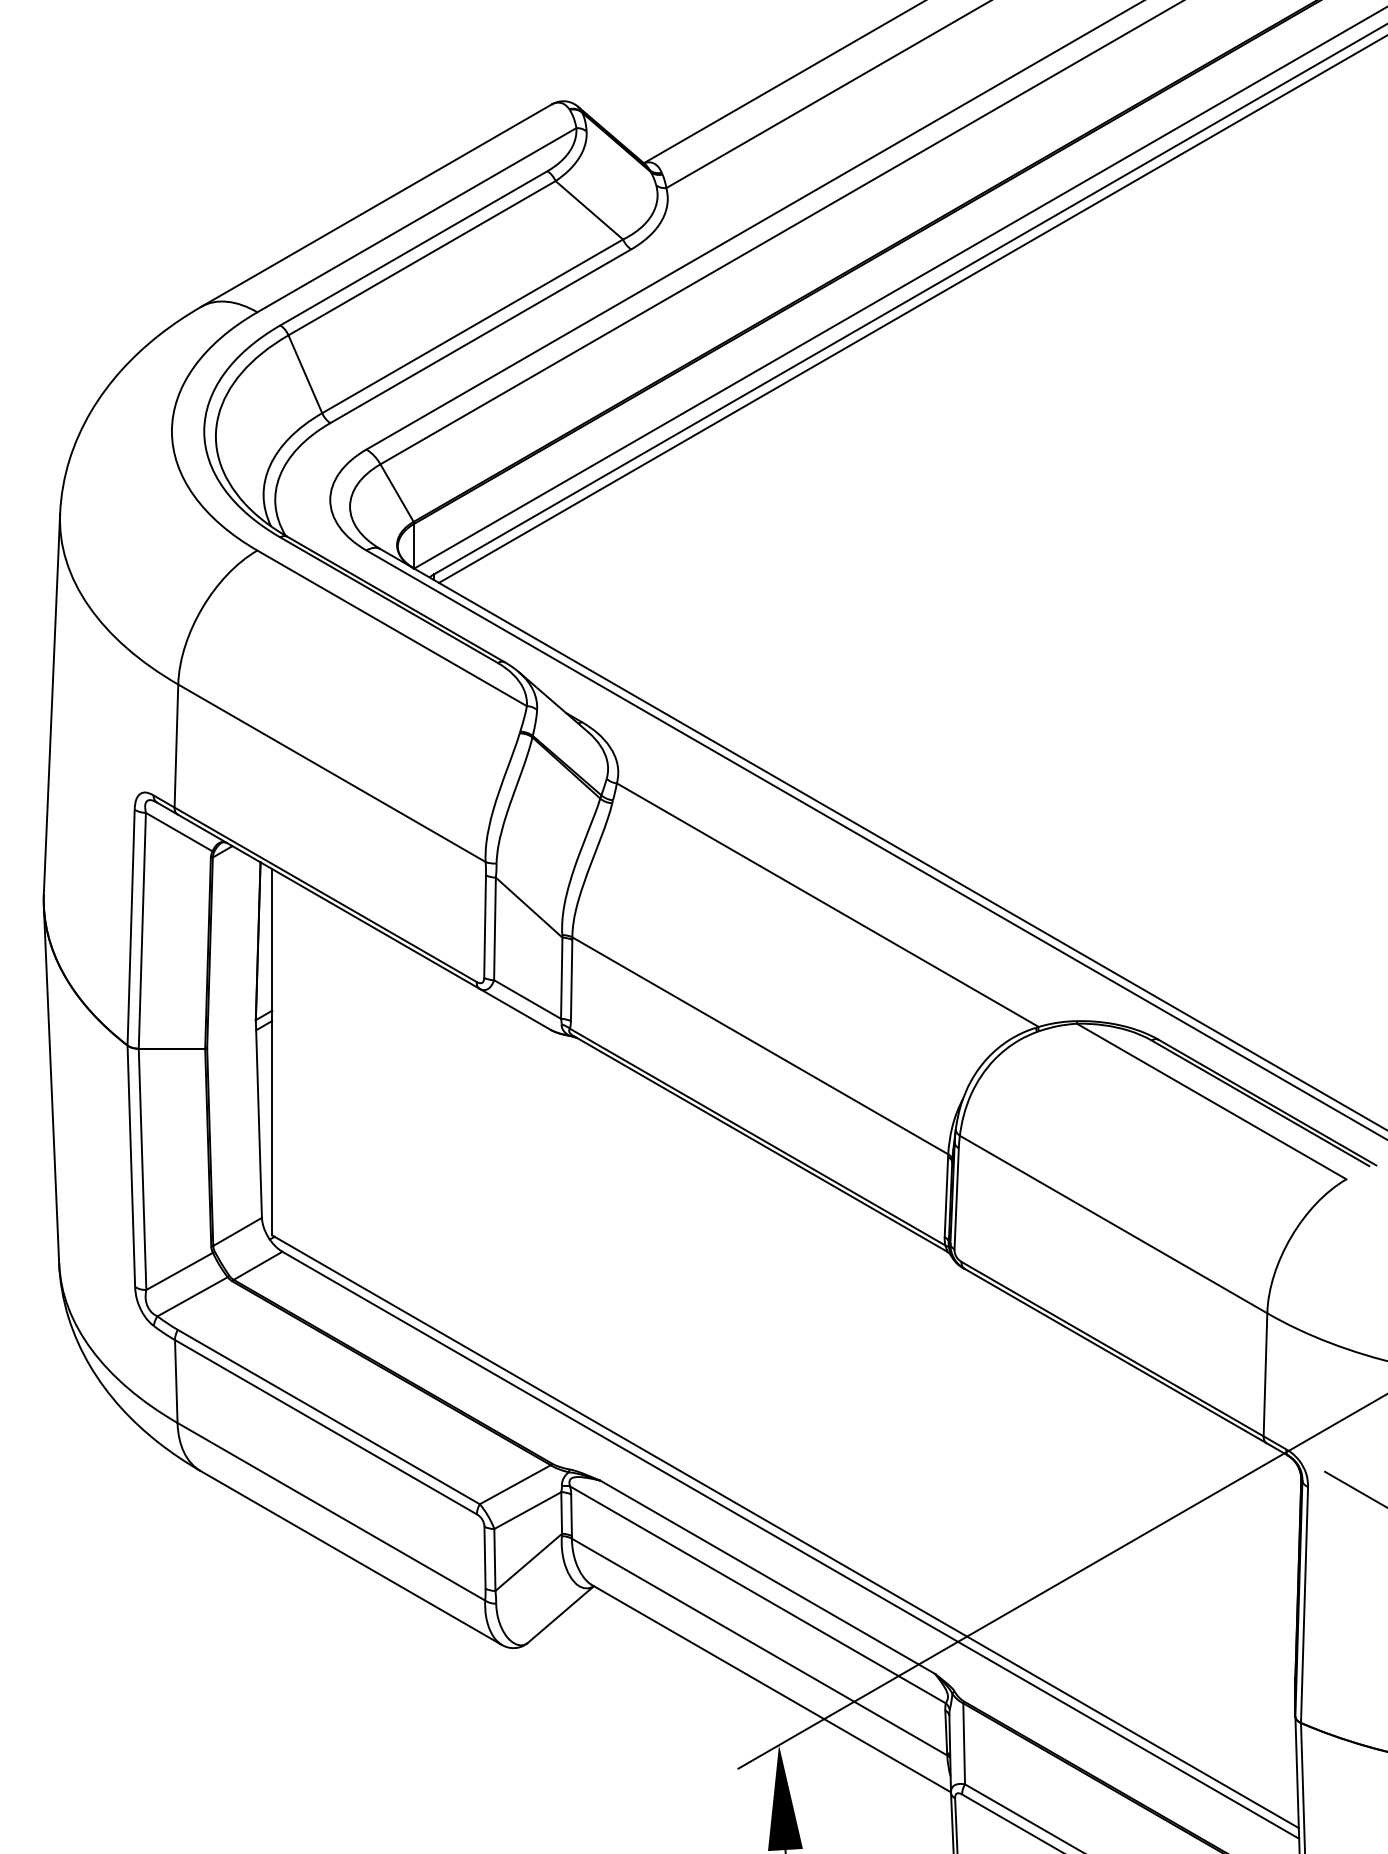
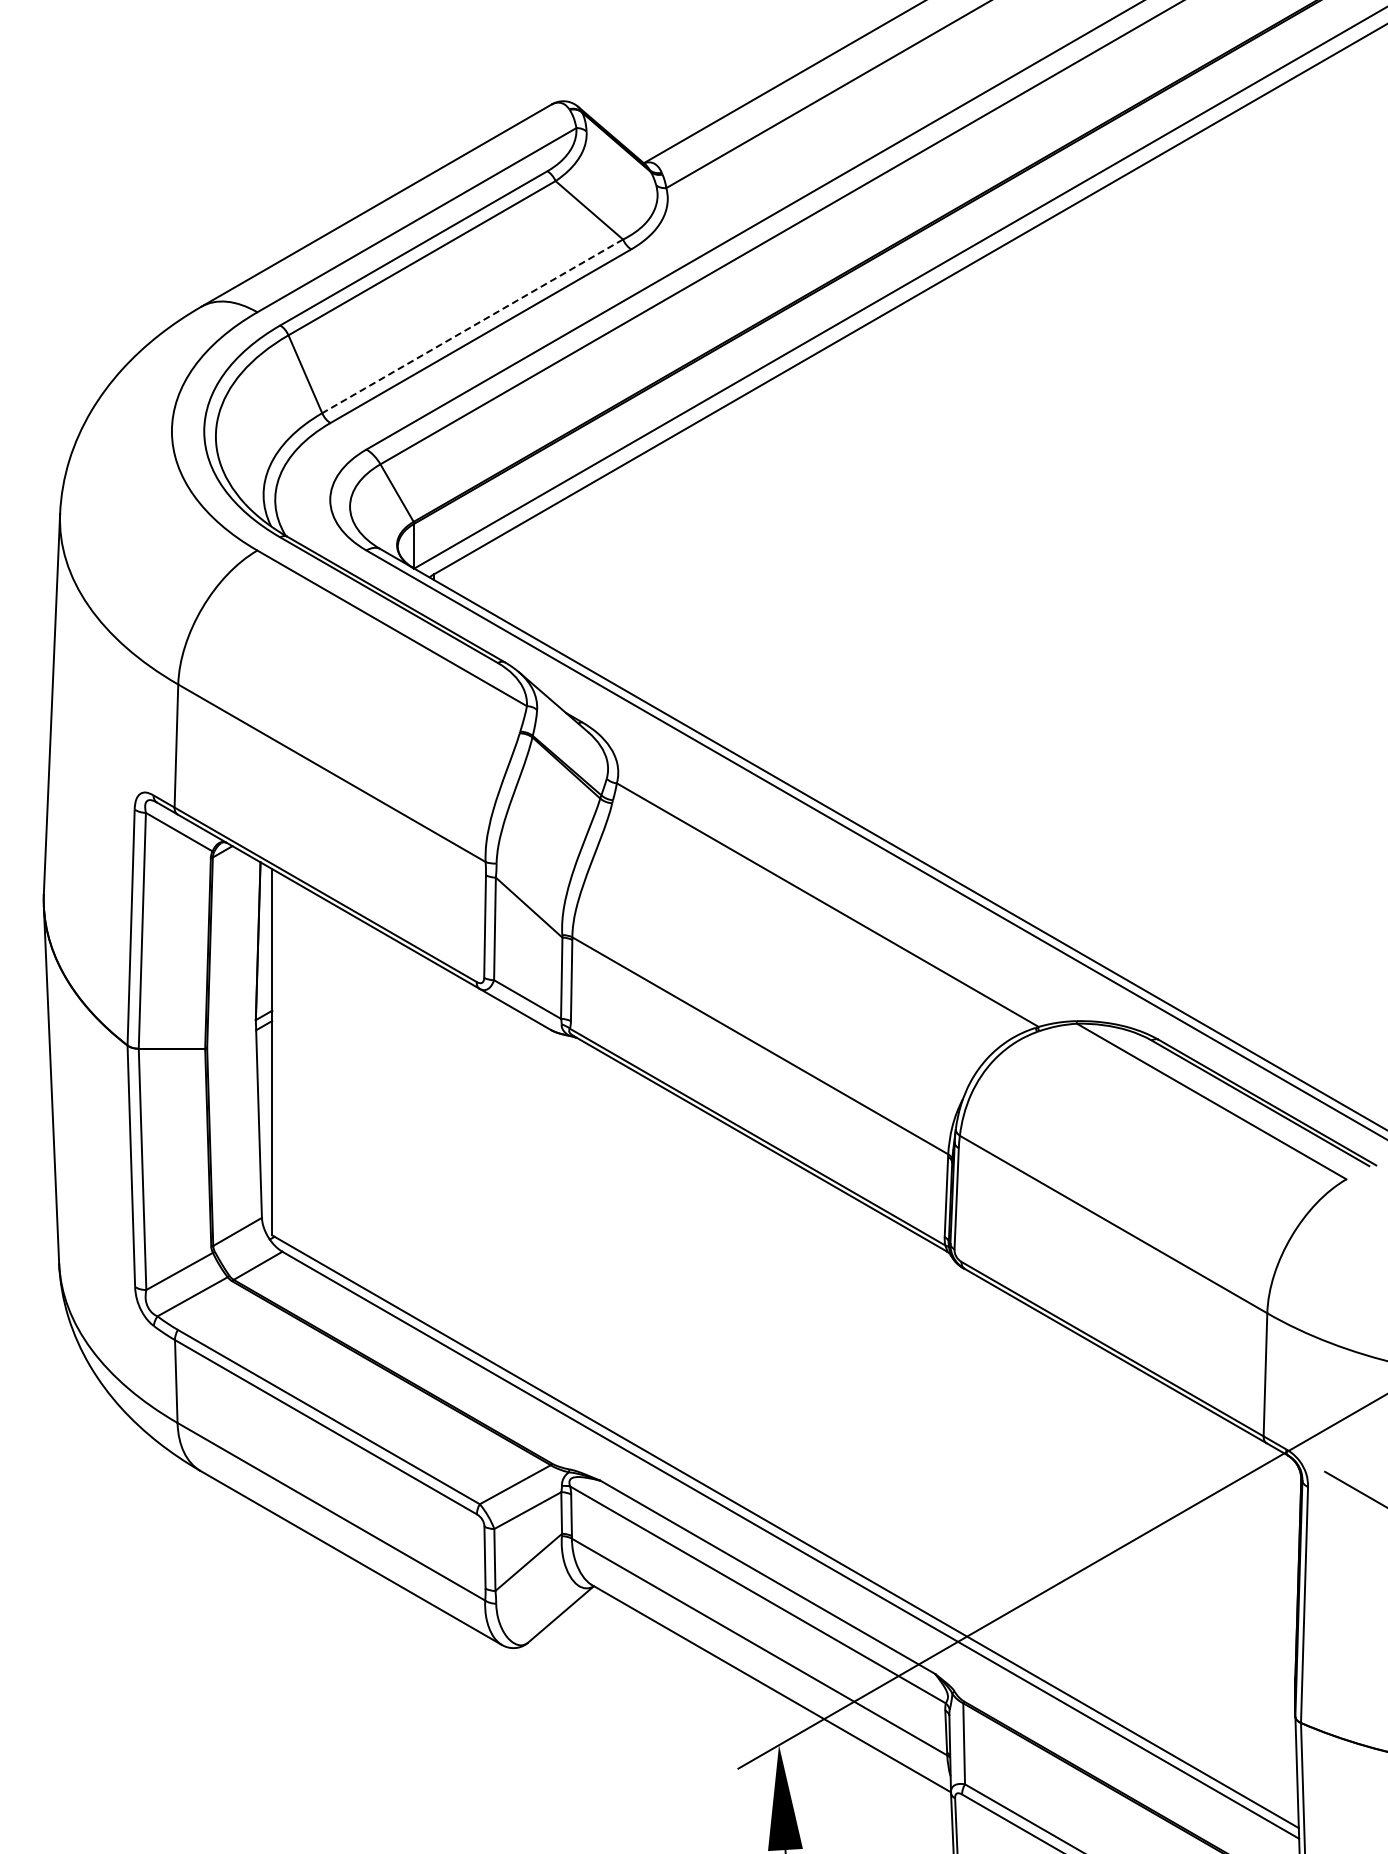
line at (911, 309): present -> none
line at (472, 326): solid -> dashed
